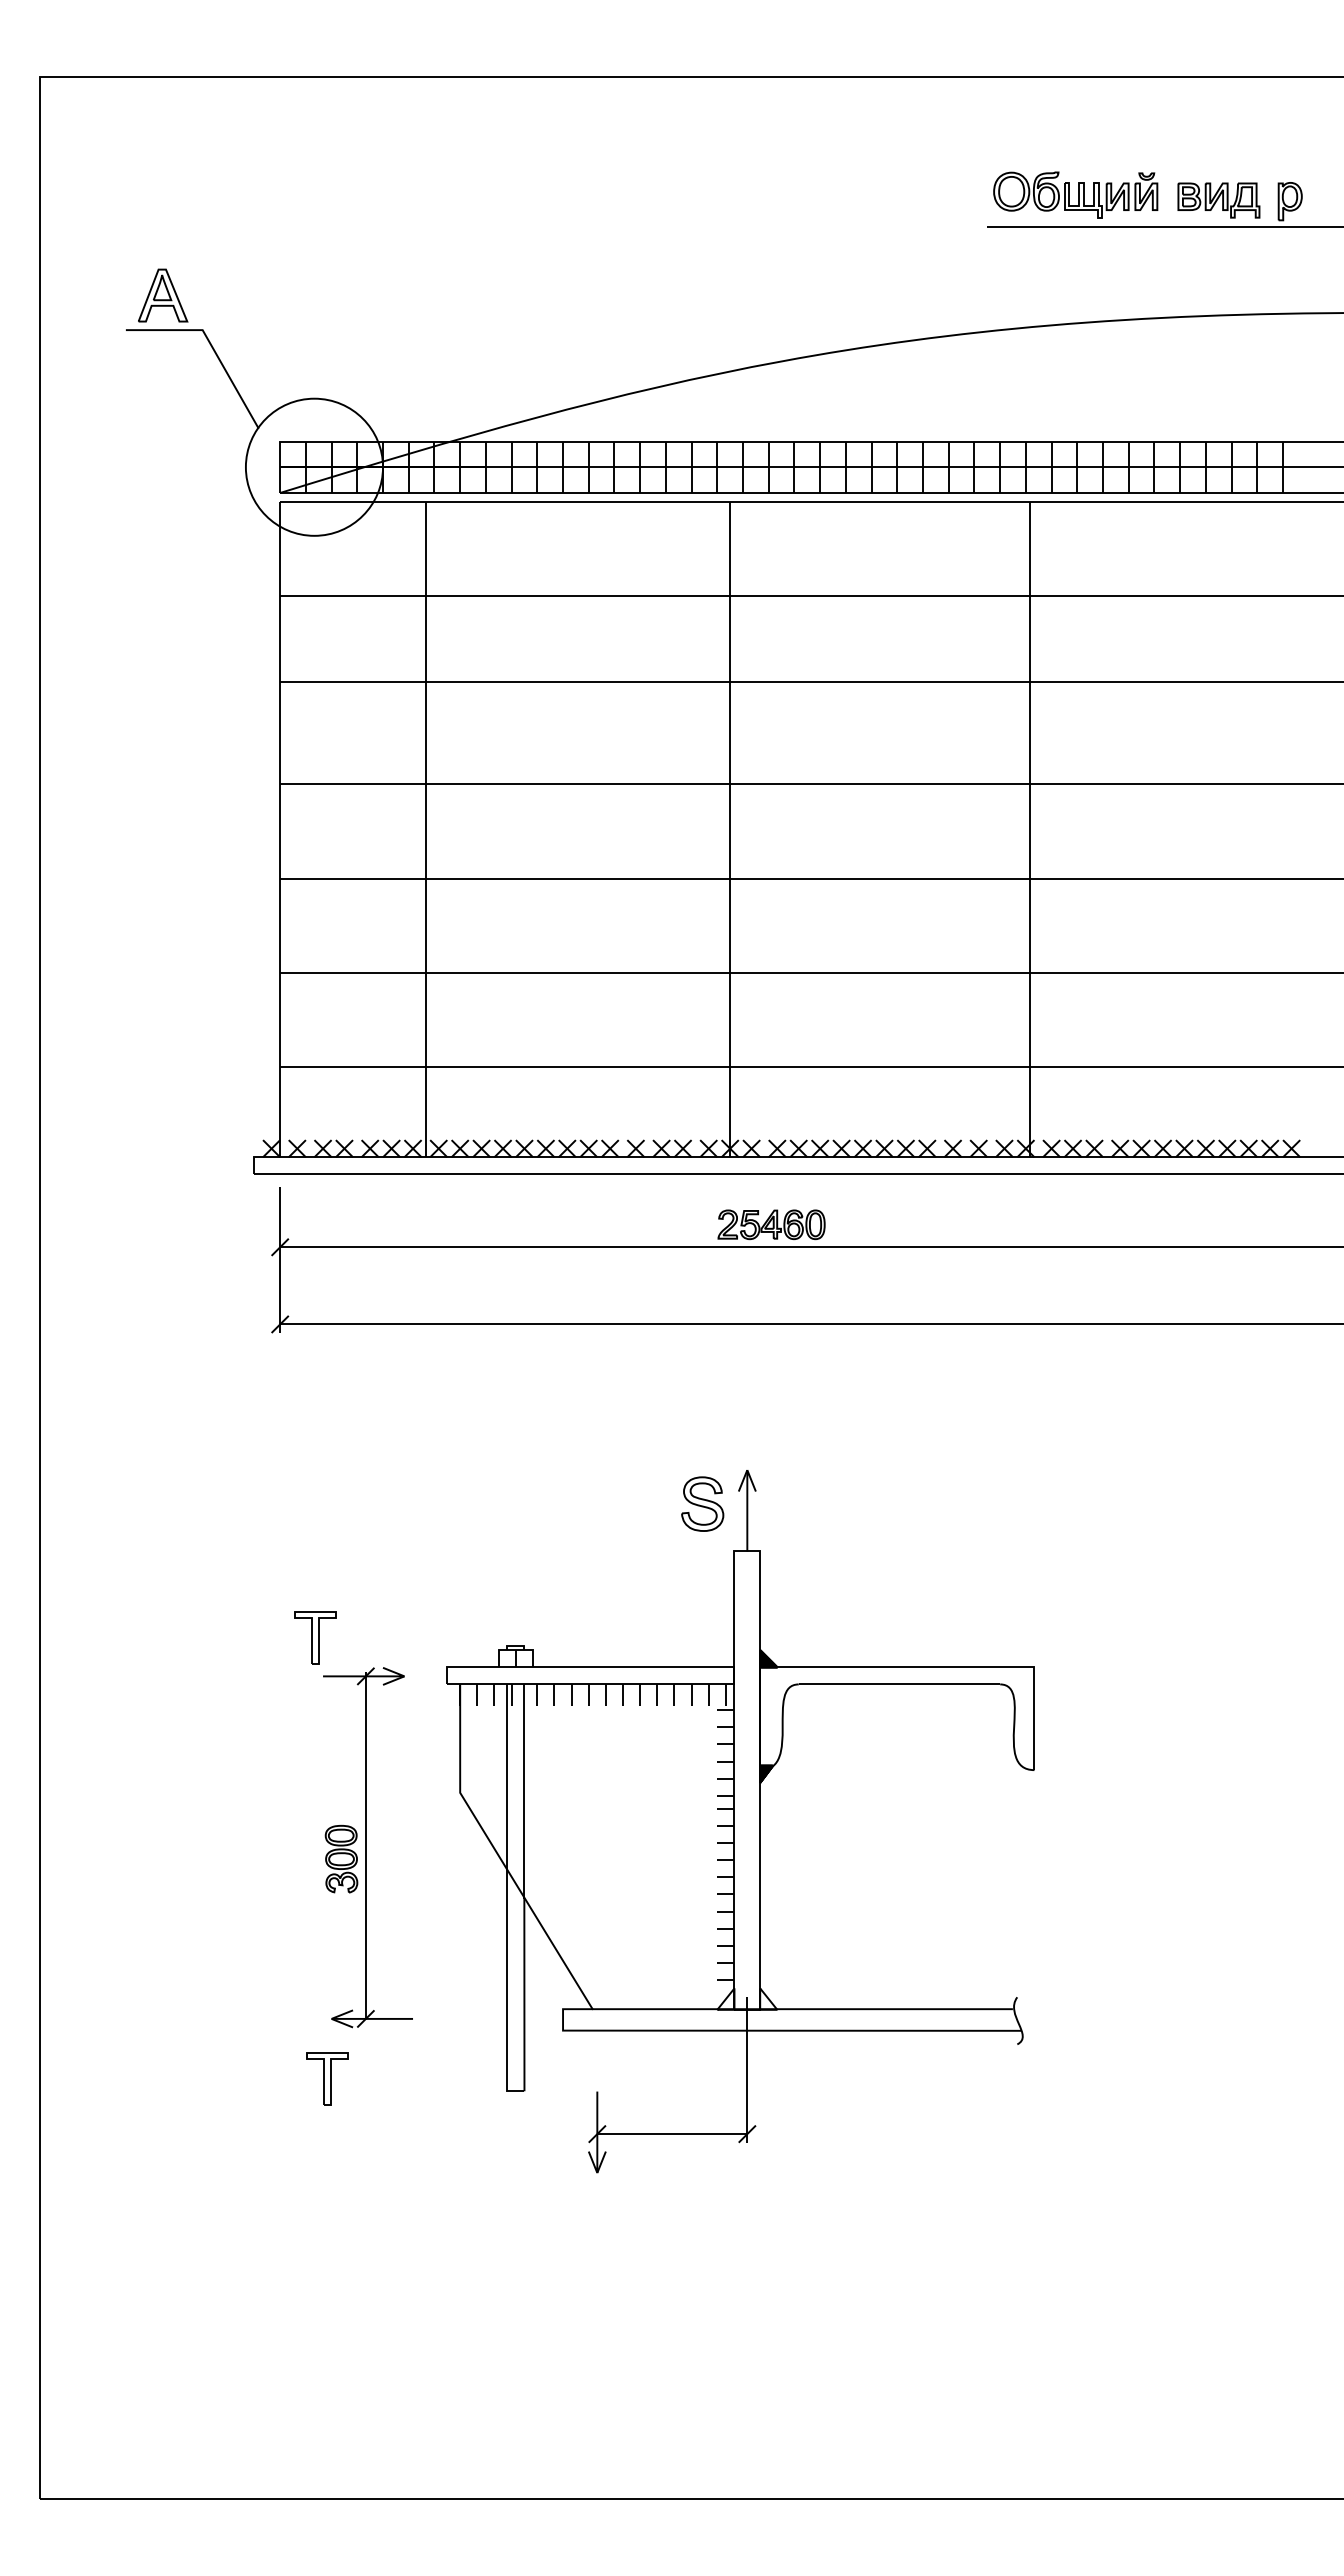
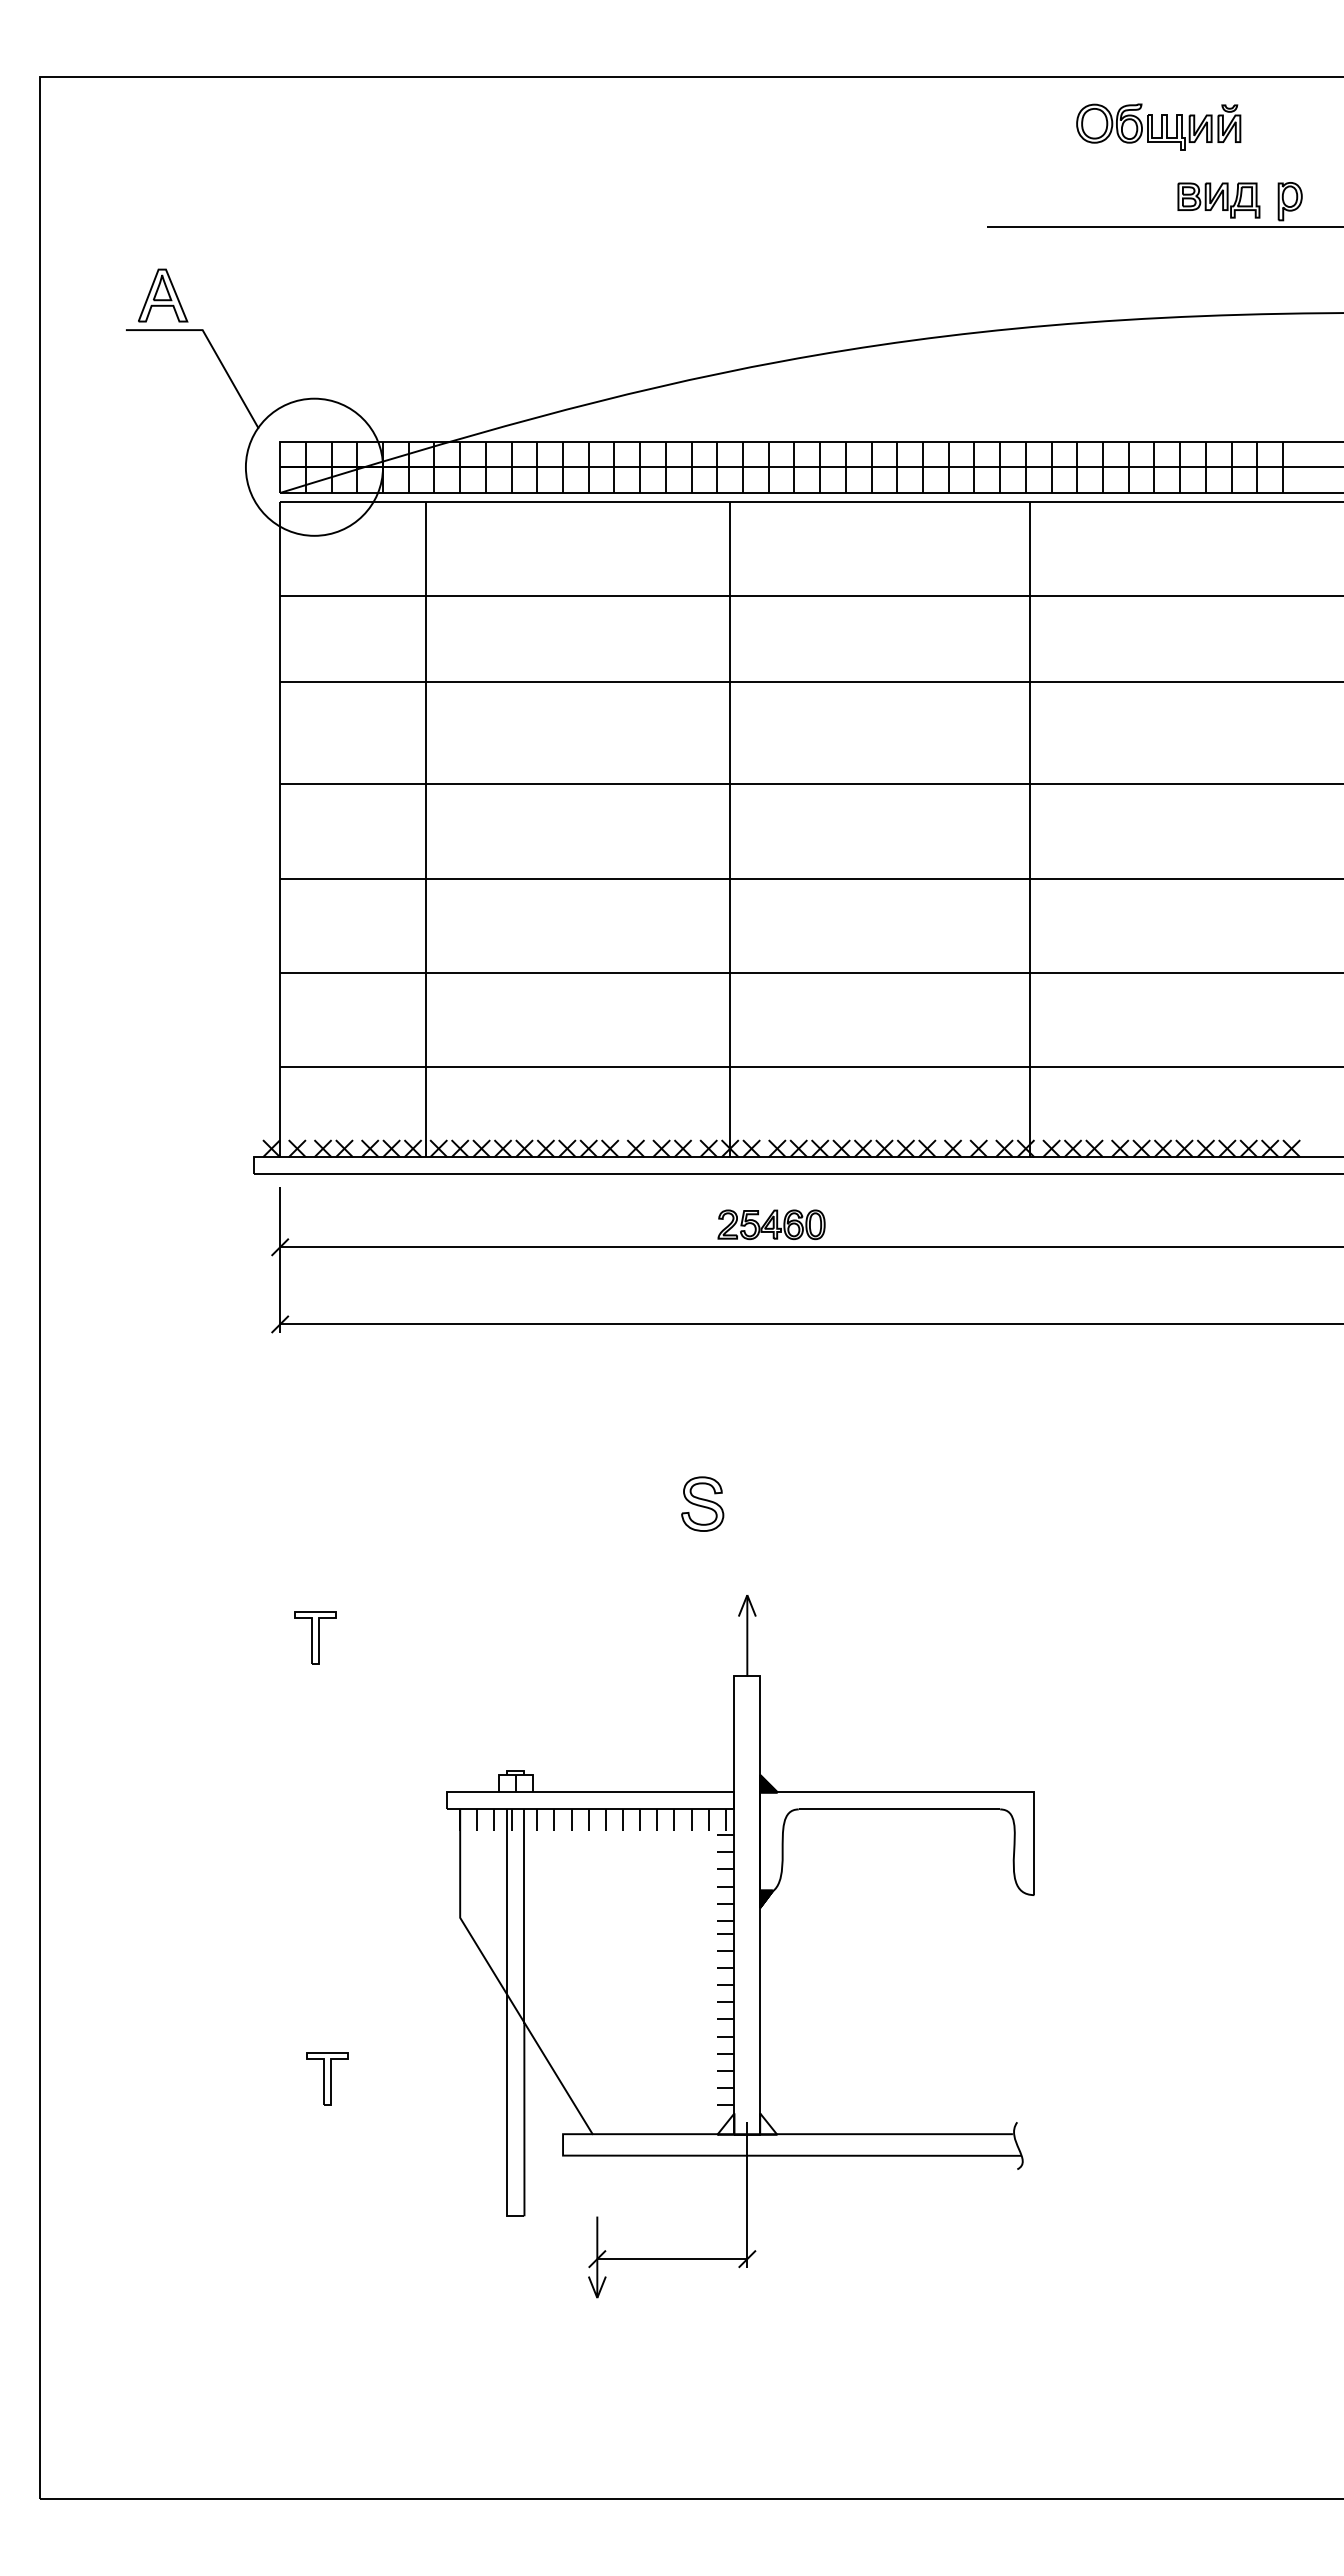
part at (1075, 194) position: (1075, 194) -> (1158, 126)
part at (740, 1821) position: (740, 1821) -> (740, 1946)
part at (367, 1847): present -> none
